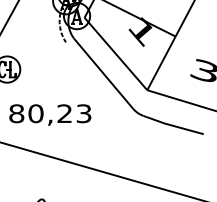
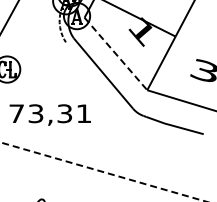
line at (115, 54): solid -> dashed
text at (50, 113): 80,23 -> 73,31
line at (103, 172): solid -> dashed
